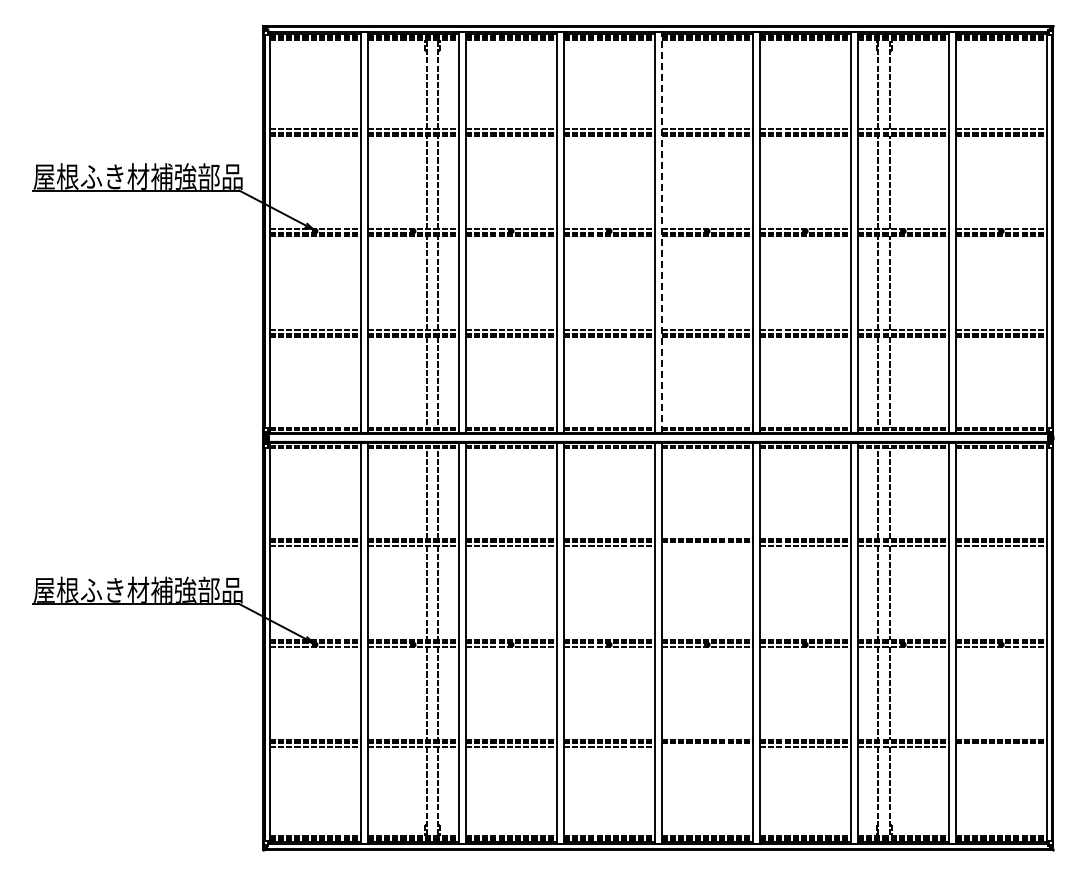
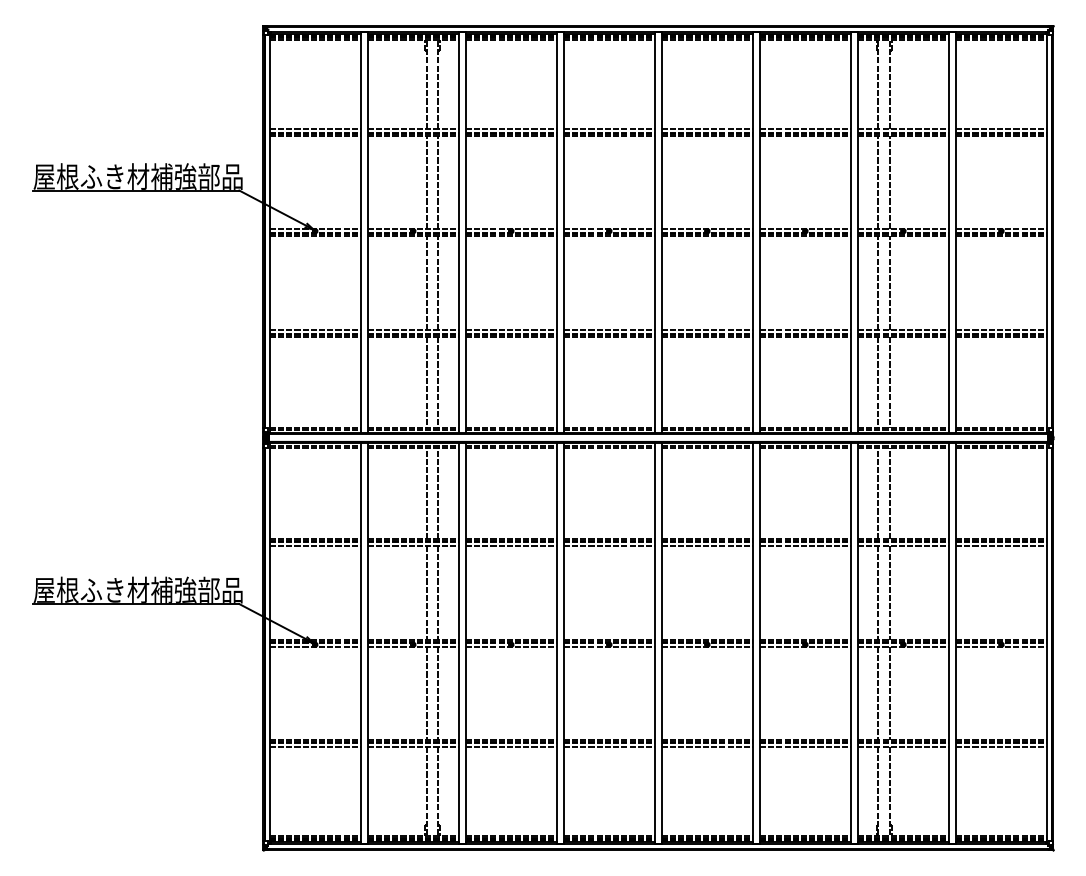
line at (661, 232): dashed -> solid
line at (707, 545): none -> present
line at (707, 746): none -> present
line at (1001, 746): none -> present
